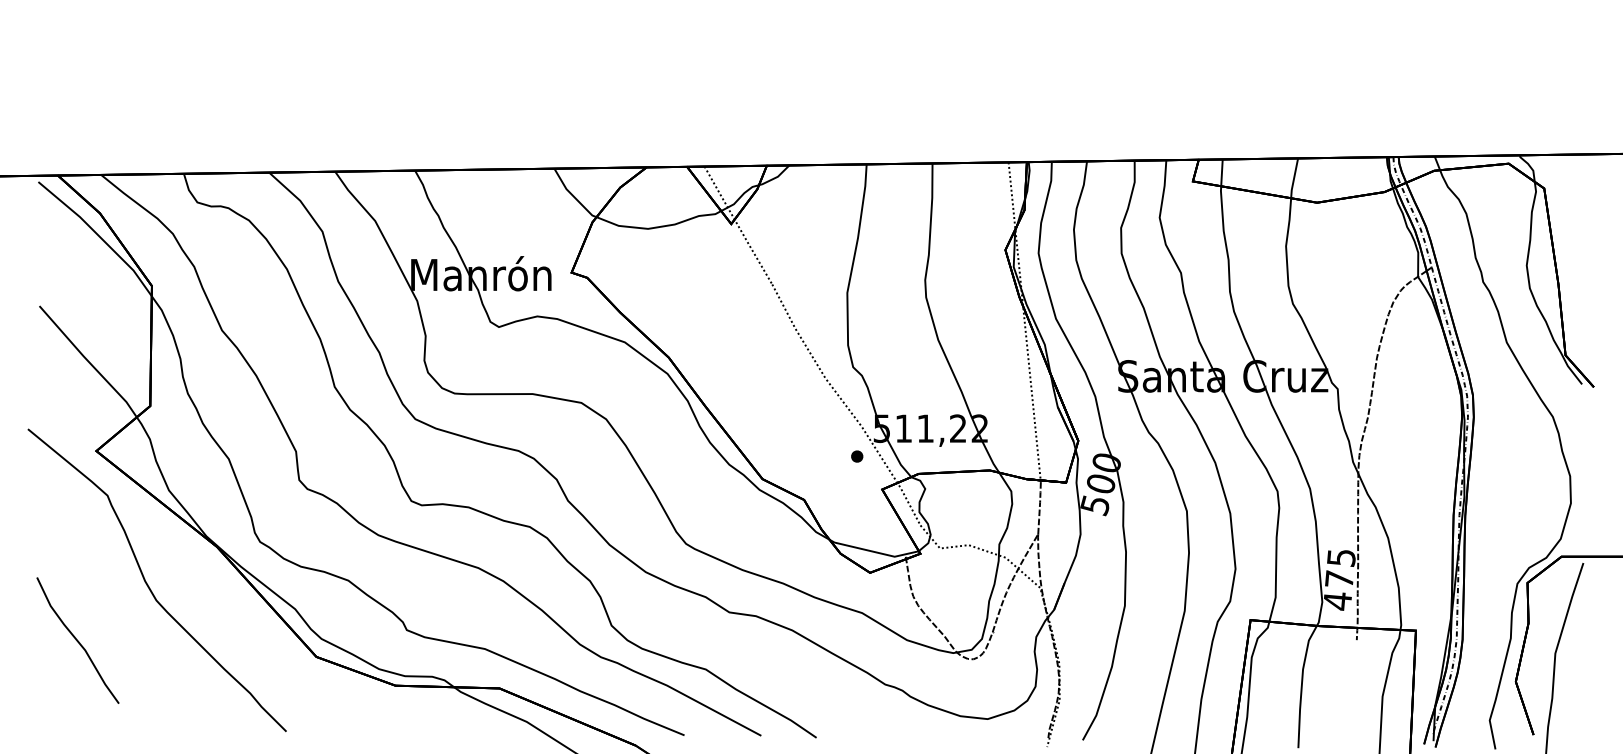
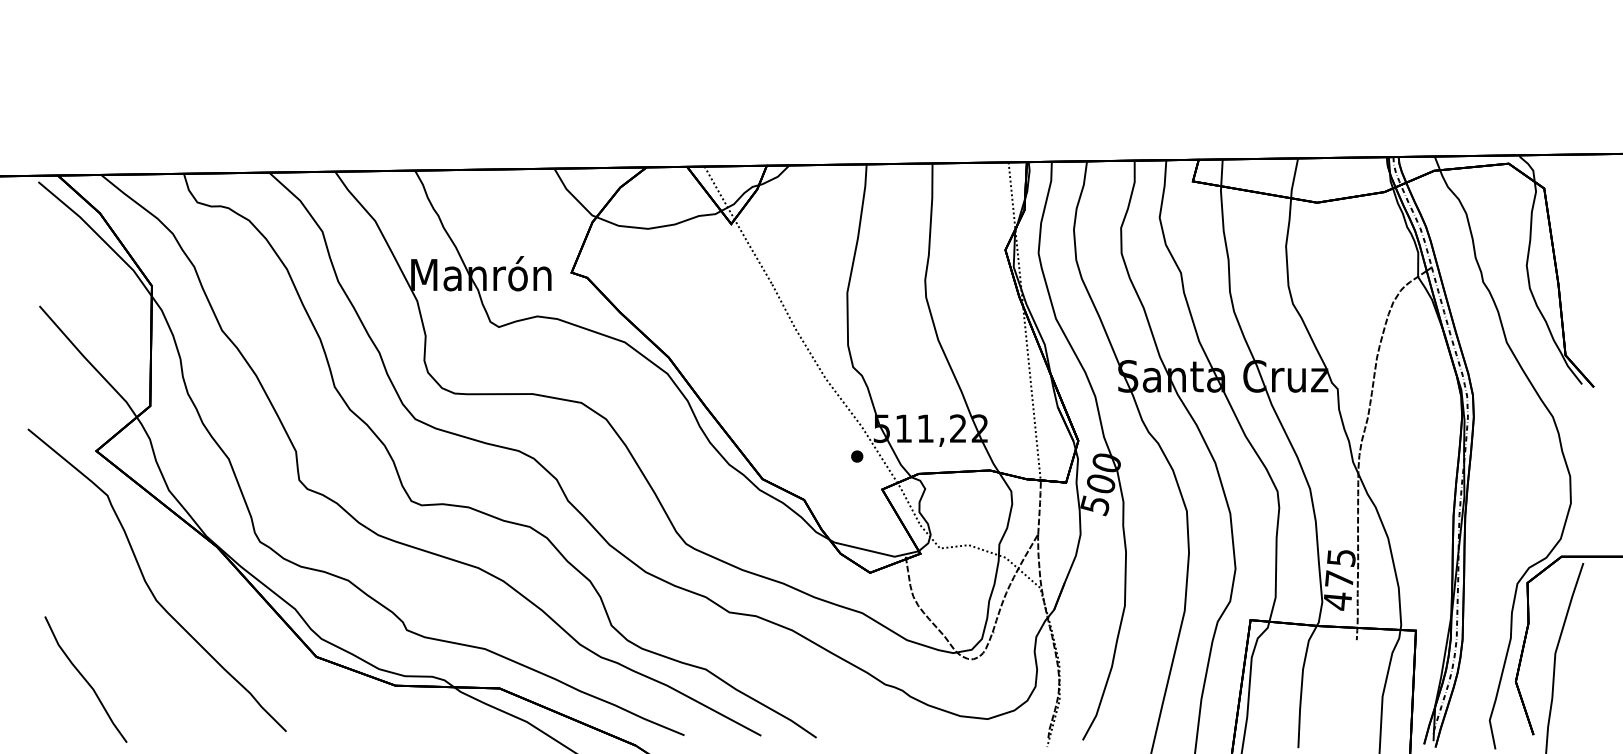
curve at (77, 640) position: (77, 640) -> (85, 679)
